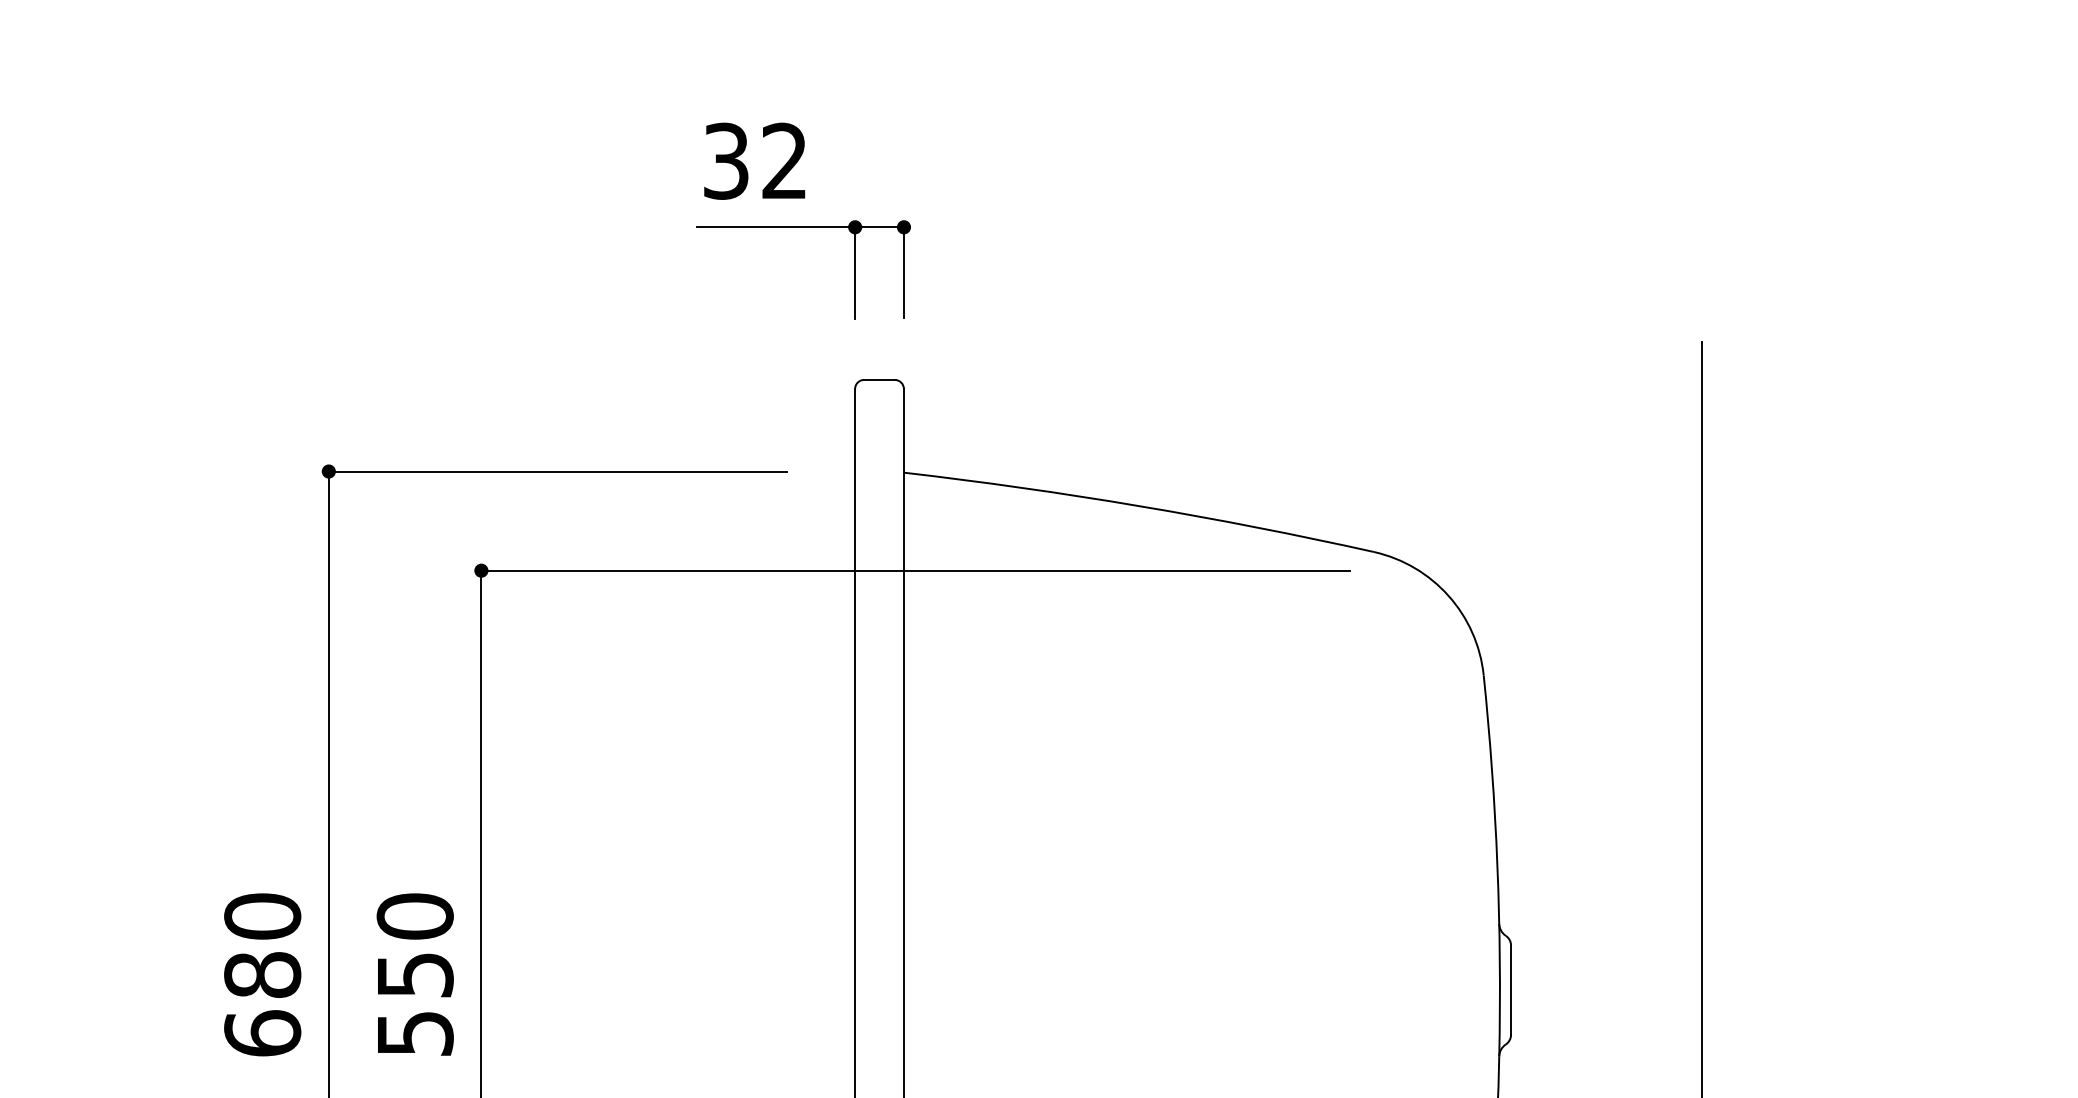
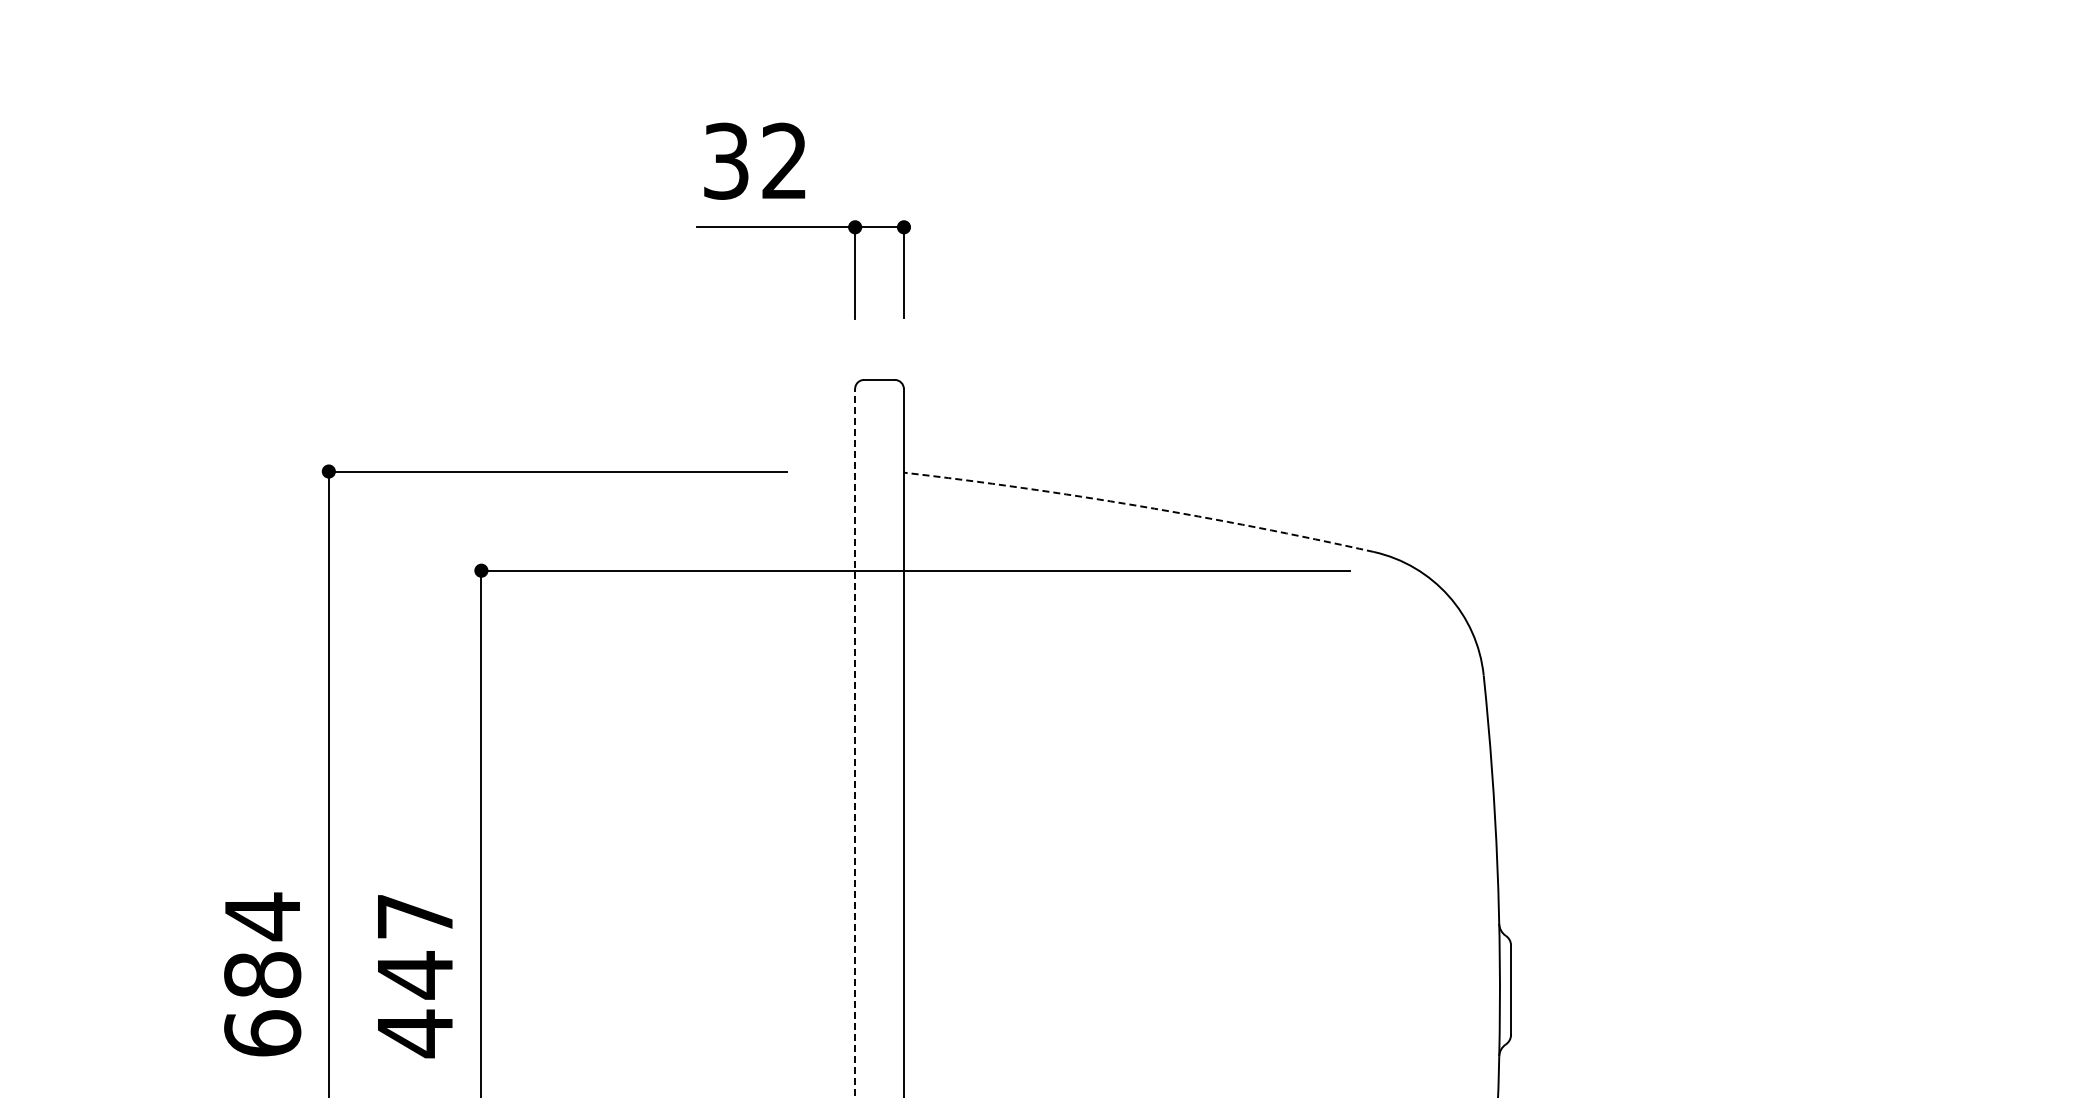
arc at (1139, 506): solid -> dashed
line at (1701, 717): present -> none
line at (855, 742): solid -> dashed
text at (262, 916): 680 -> 684
text at (414, 975): 550 -> 447
